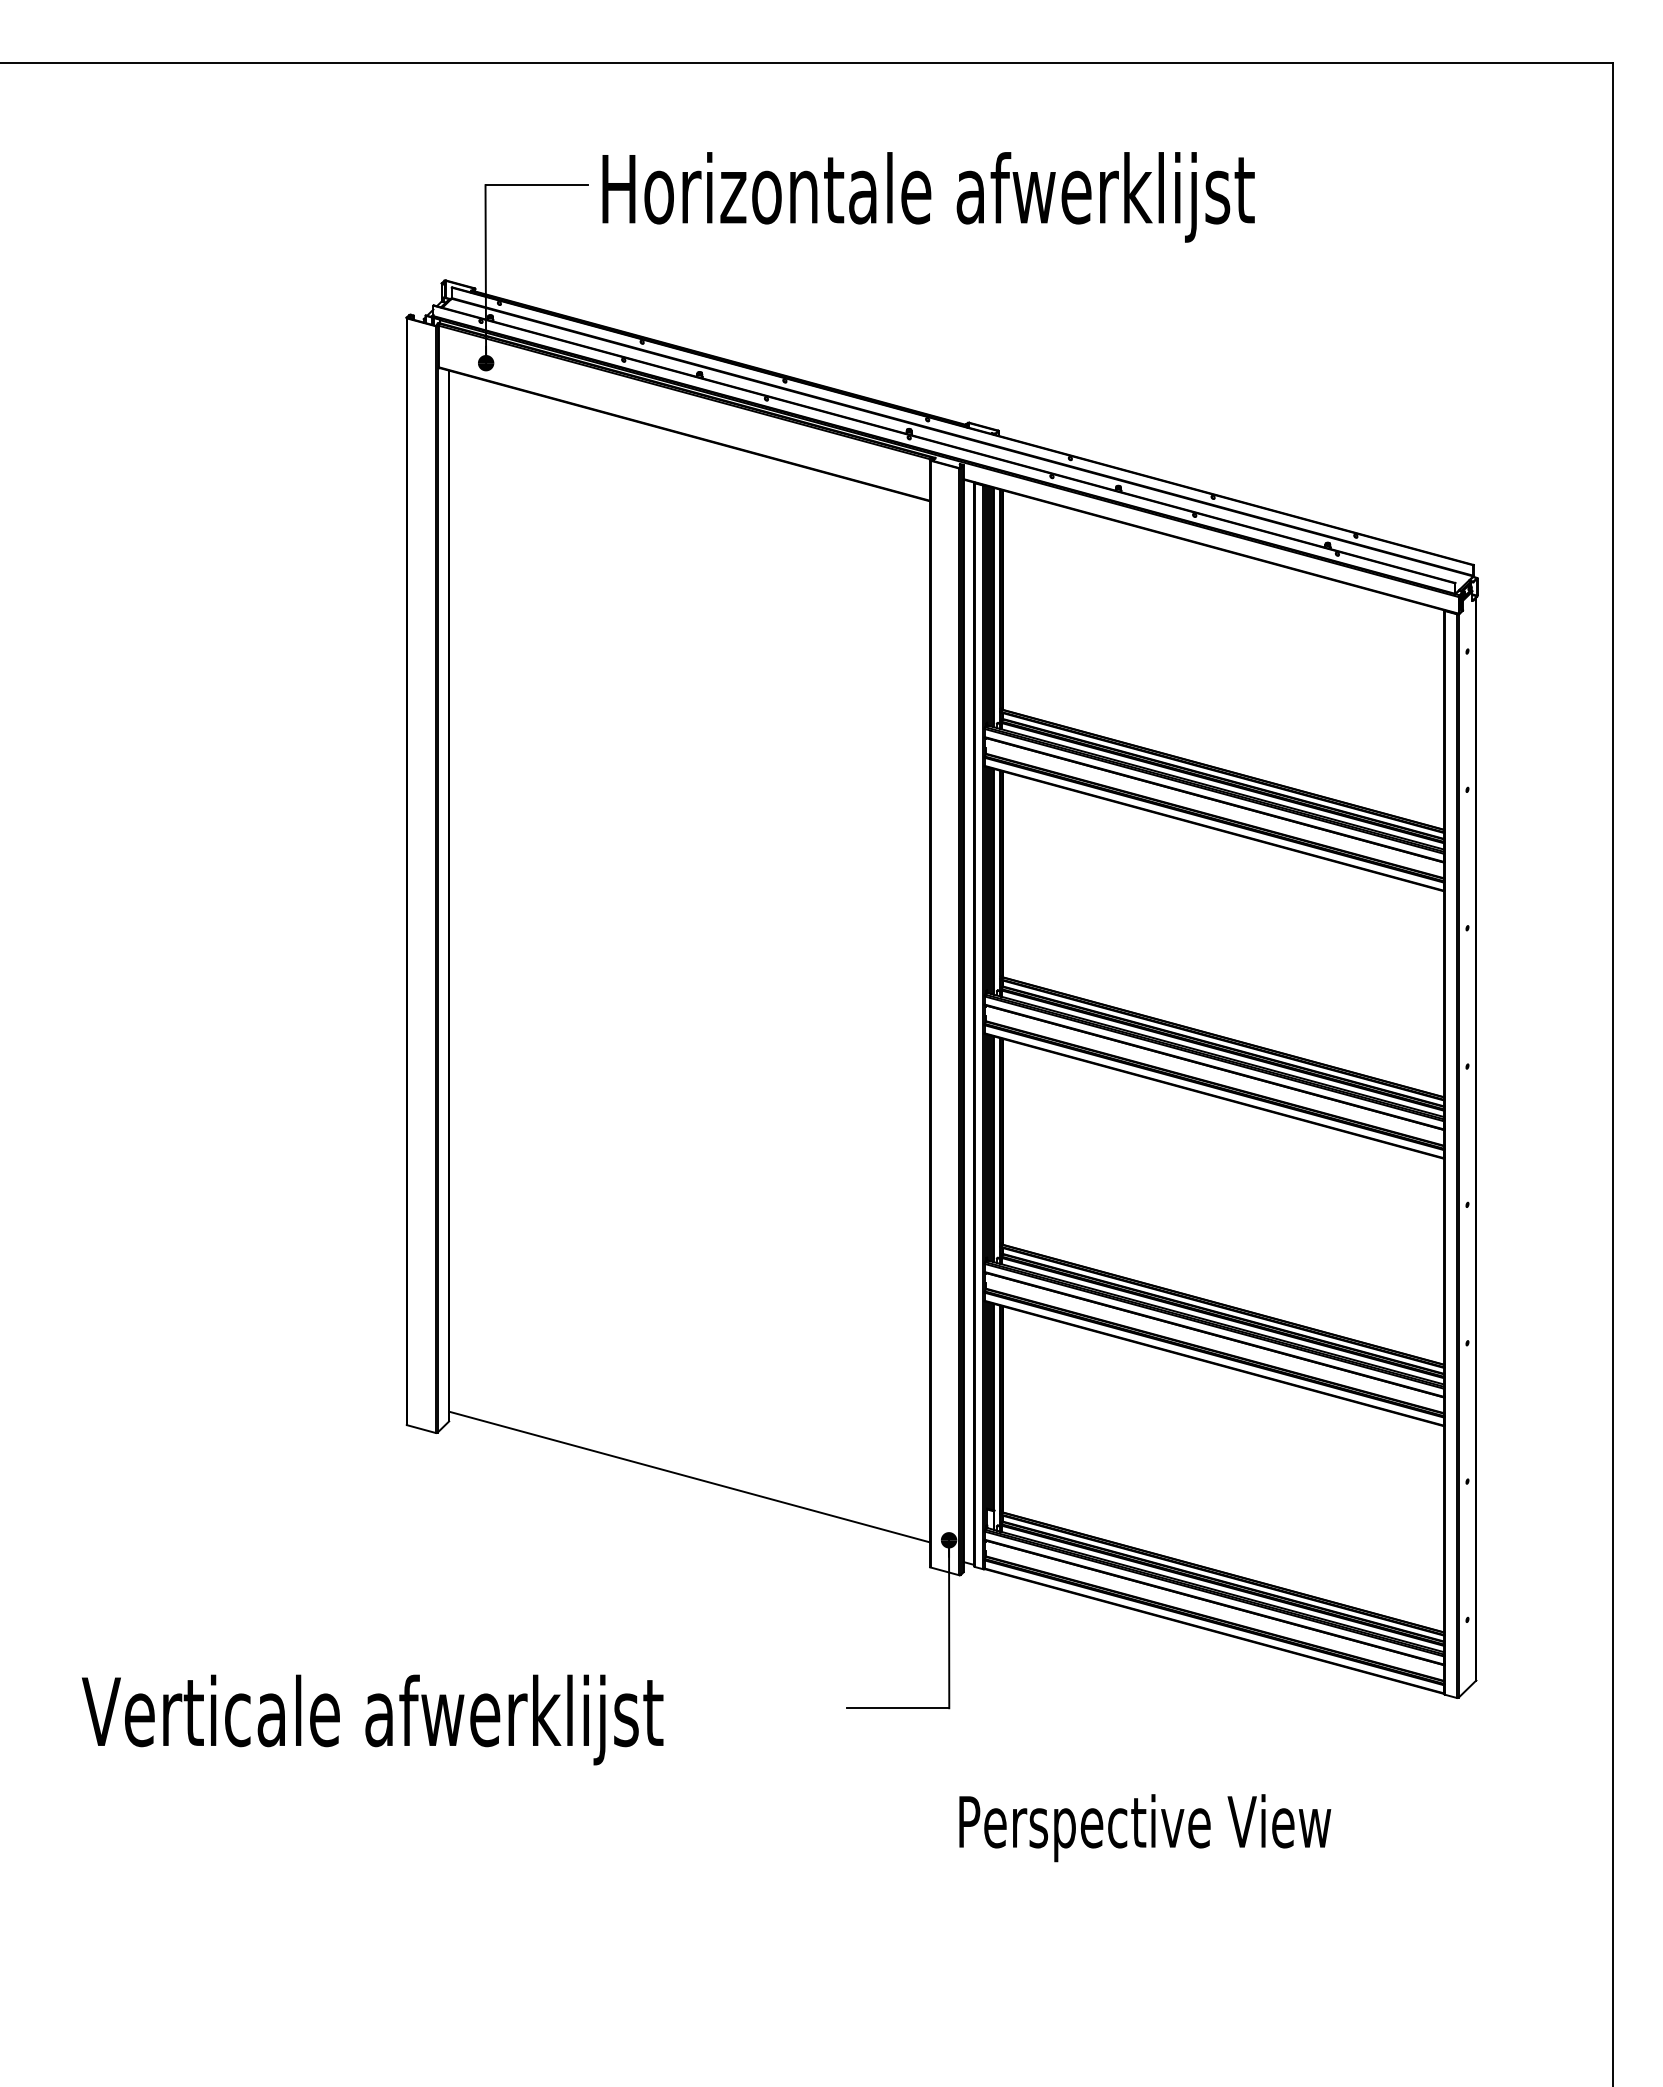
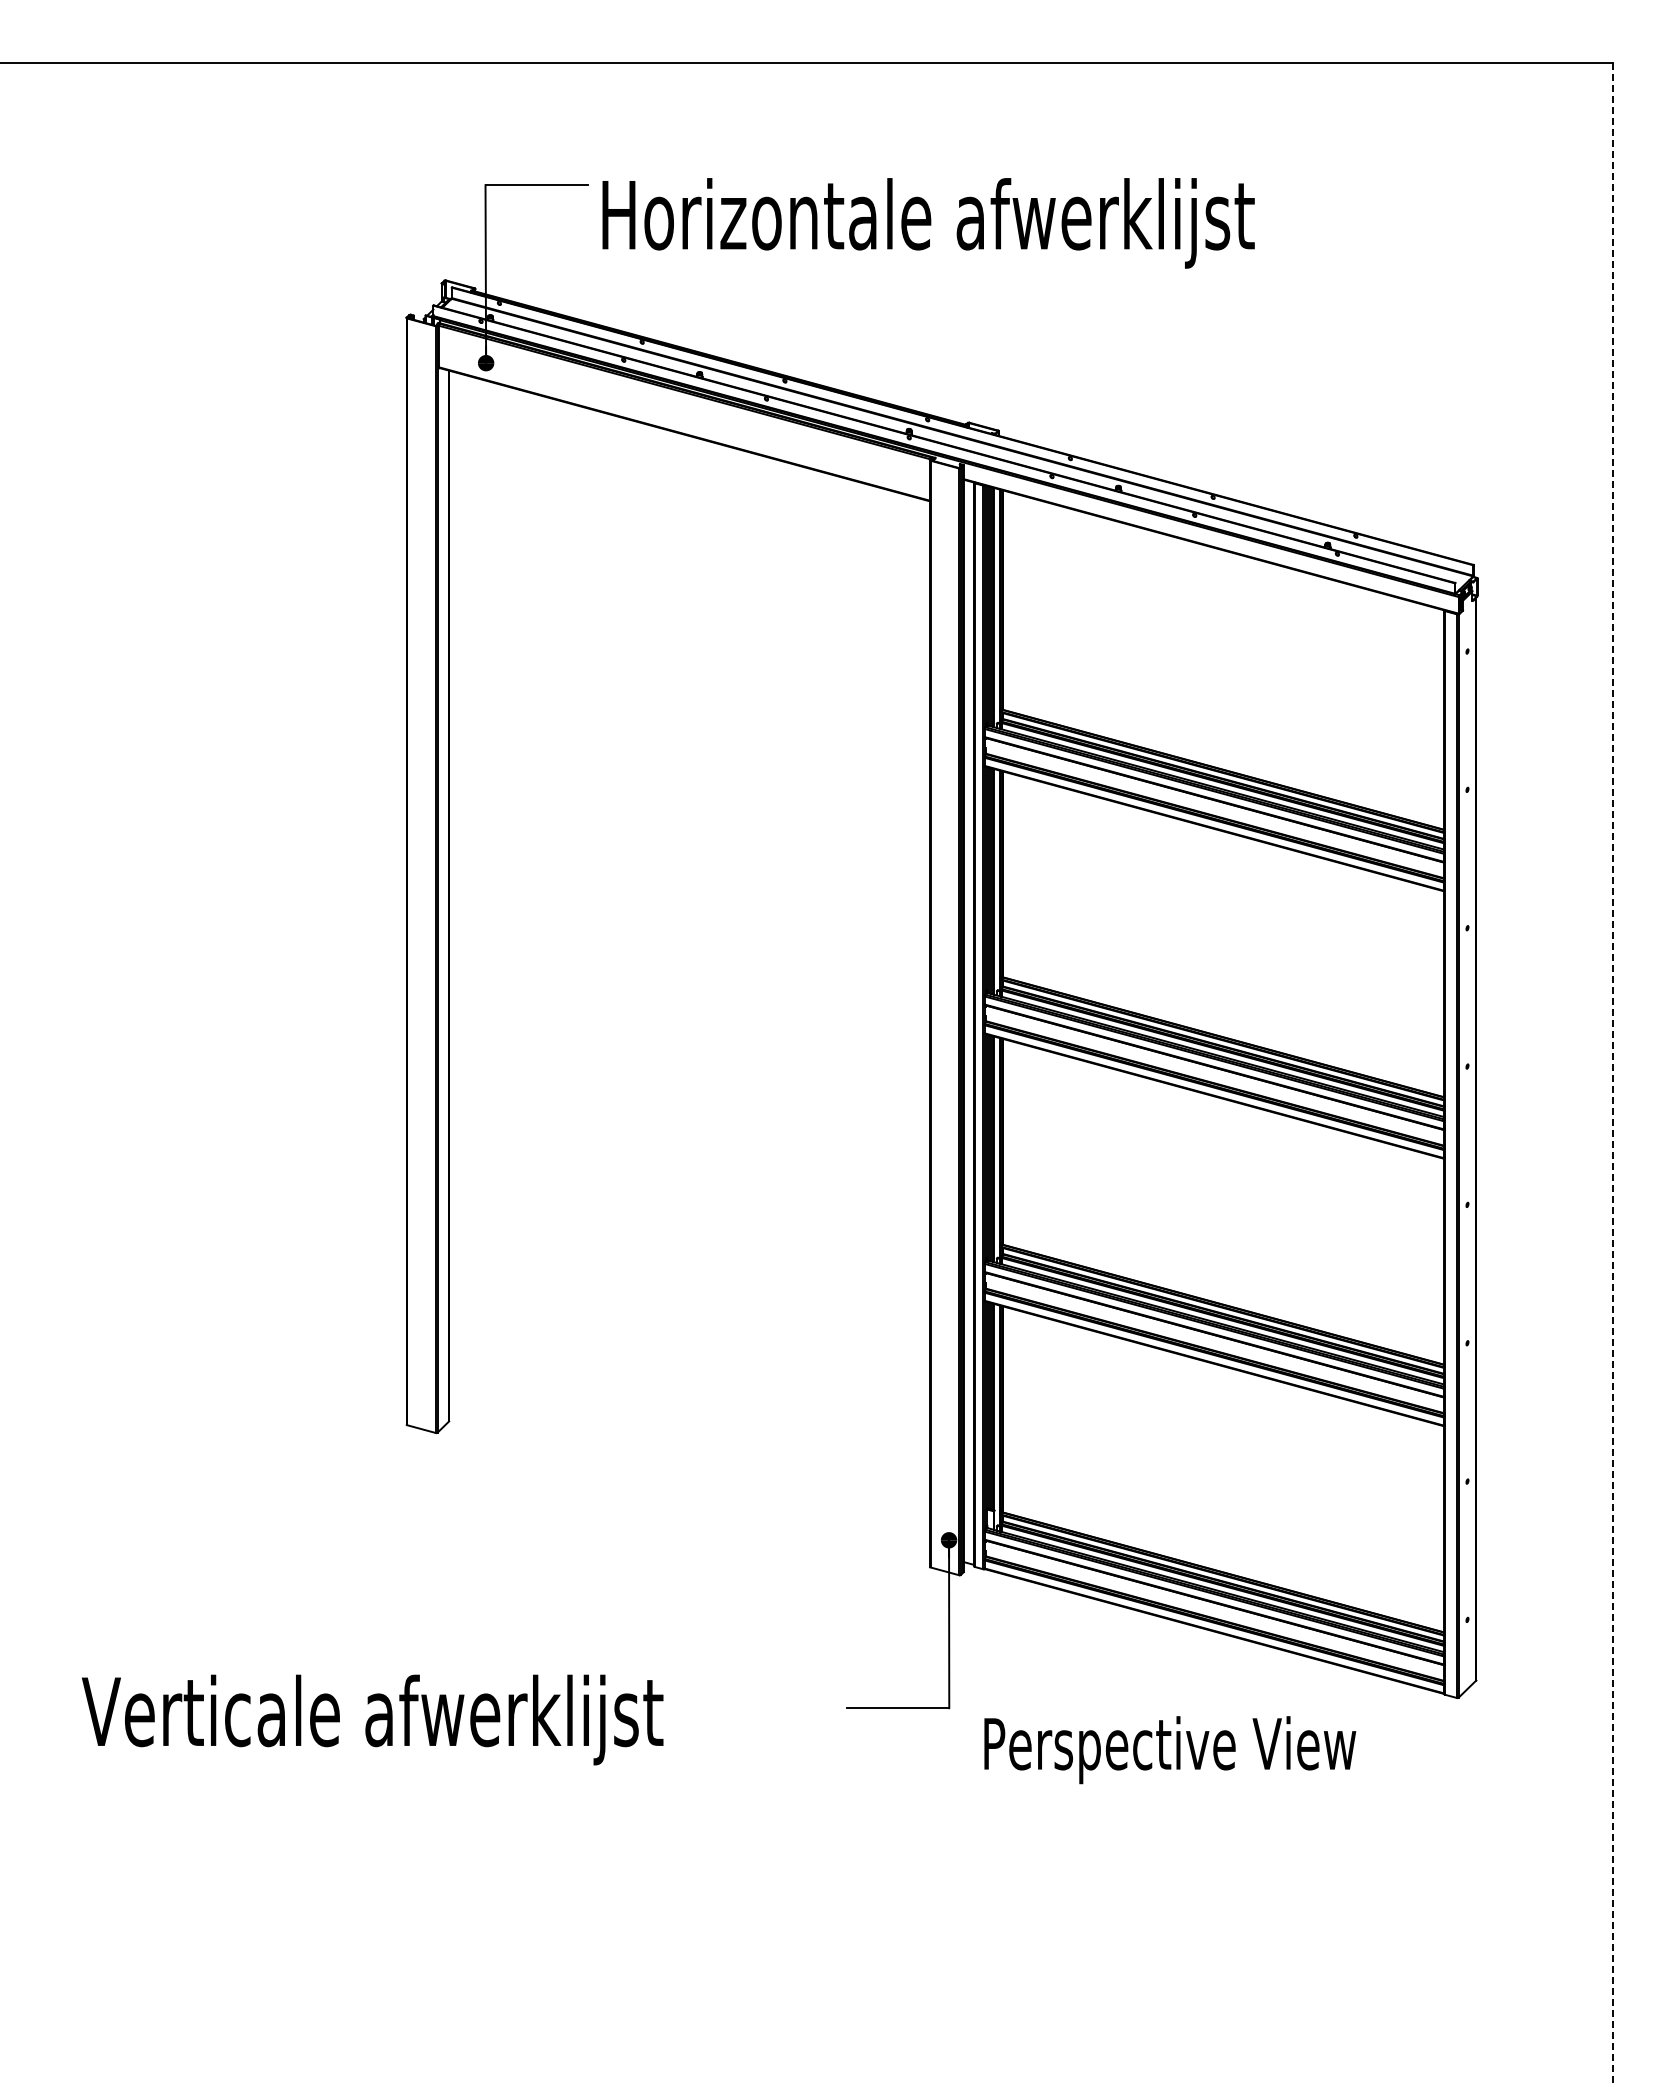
text at (928, 197) position: (928, 197) -> (928, 223)
line at (1613, 1074): solid -> dashed
line at (689, 1476): present -> none
text at (1145, 1828) position: (1145, 1828) -> (1170, 1750)
